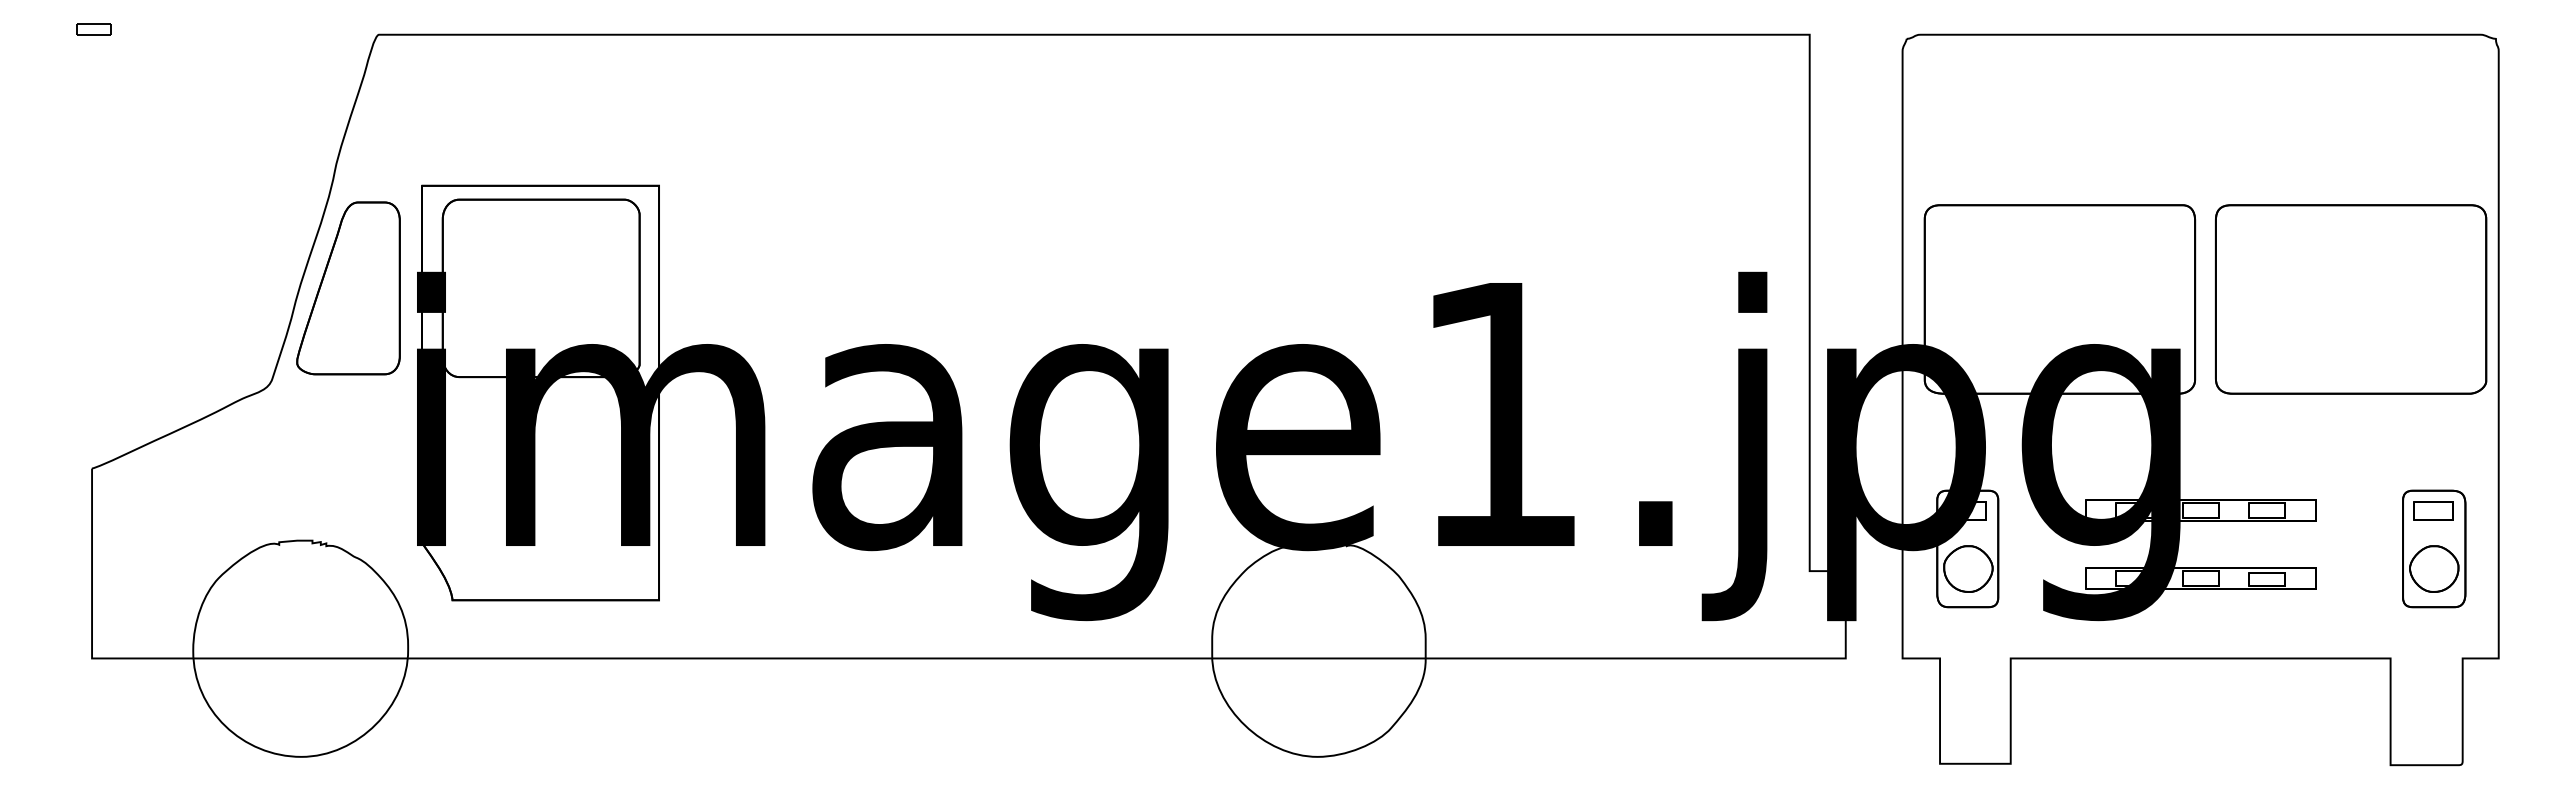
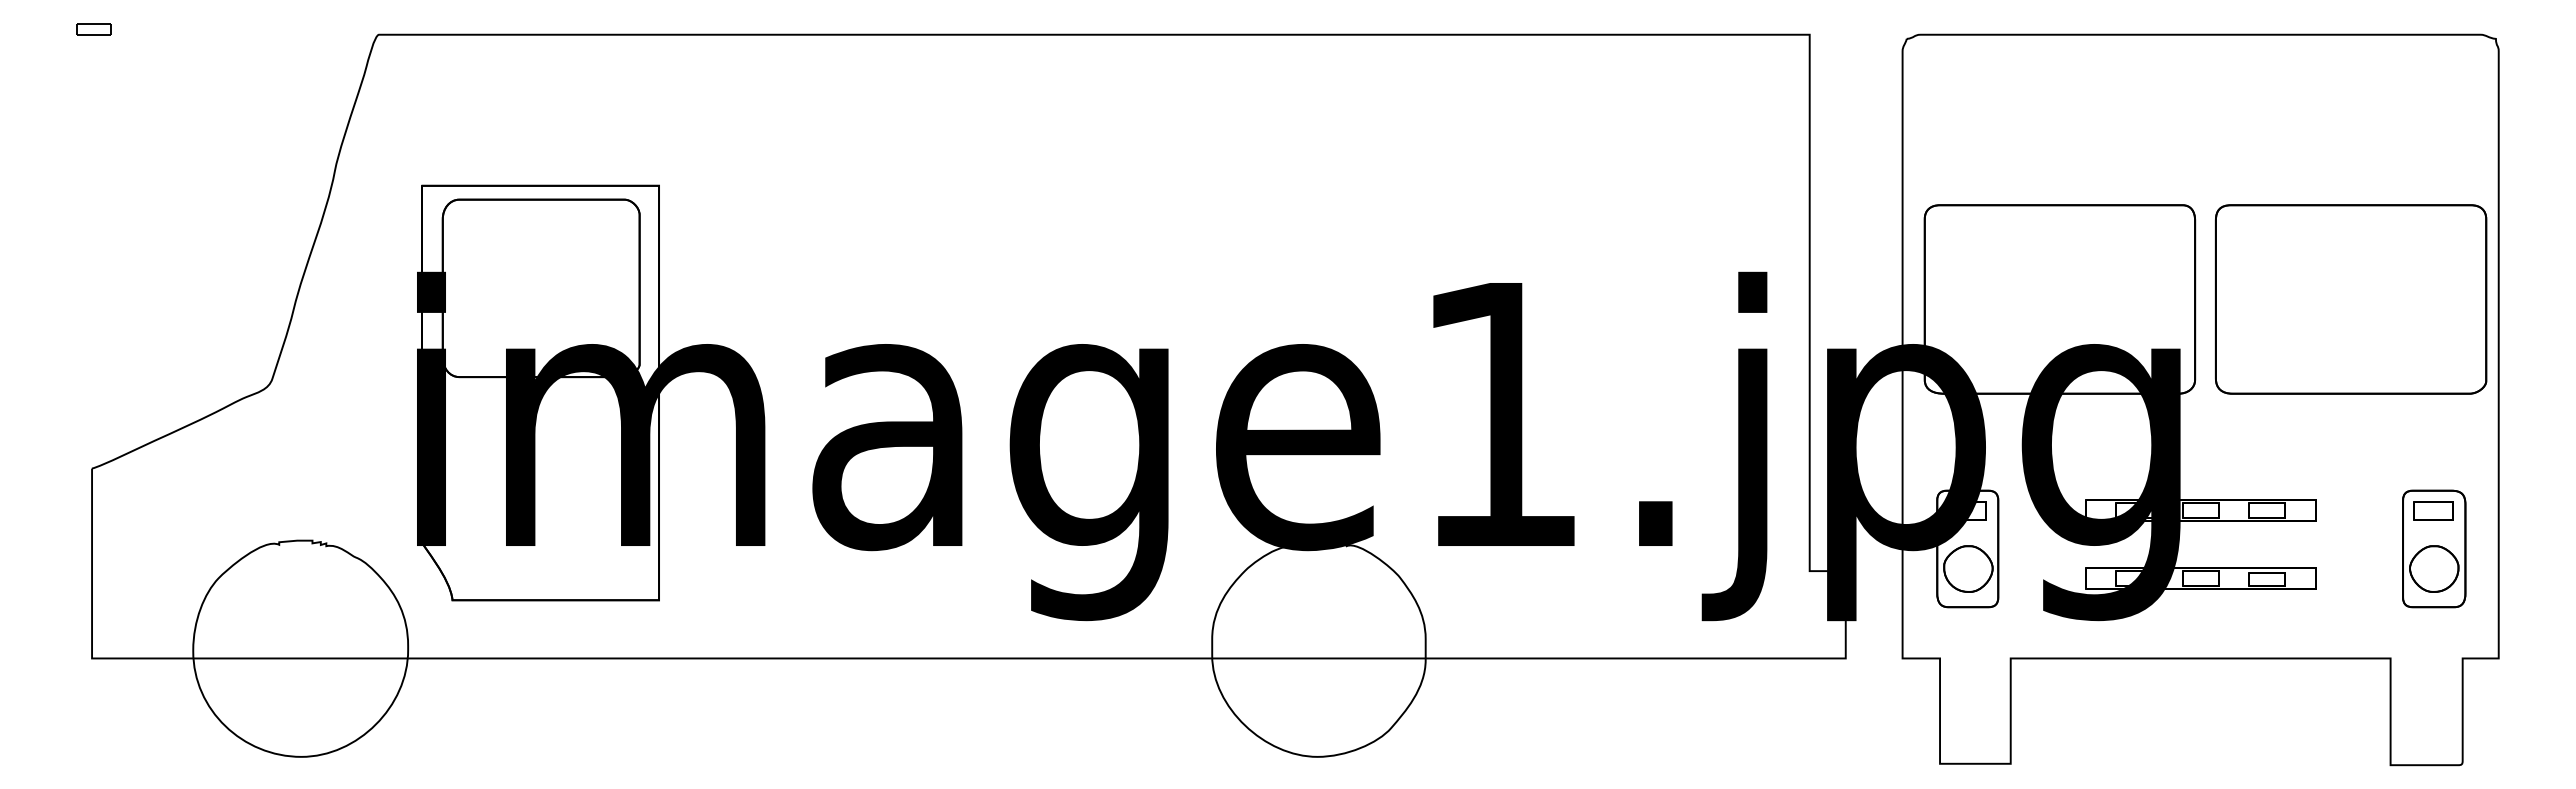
part at (348, 288): present -> none
